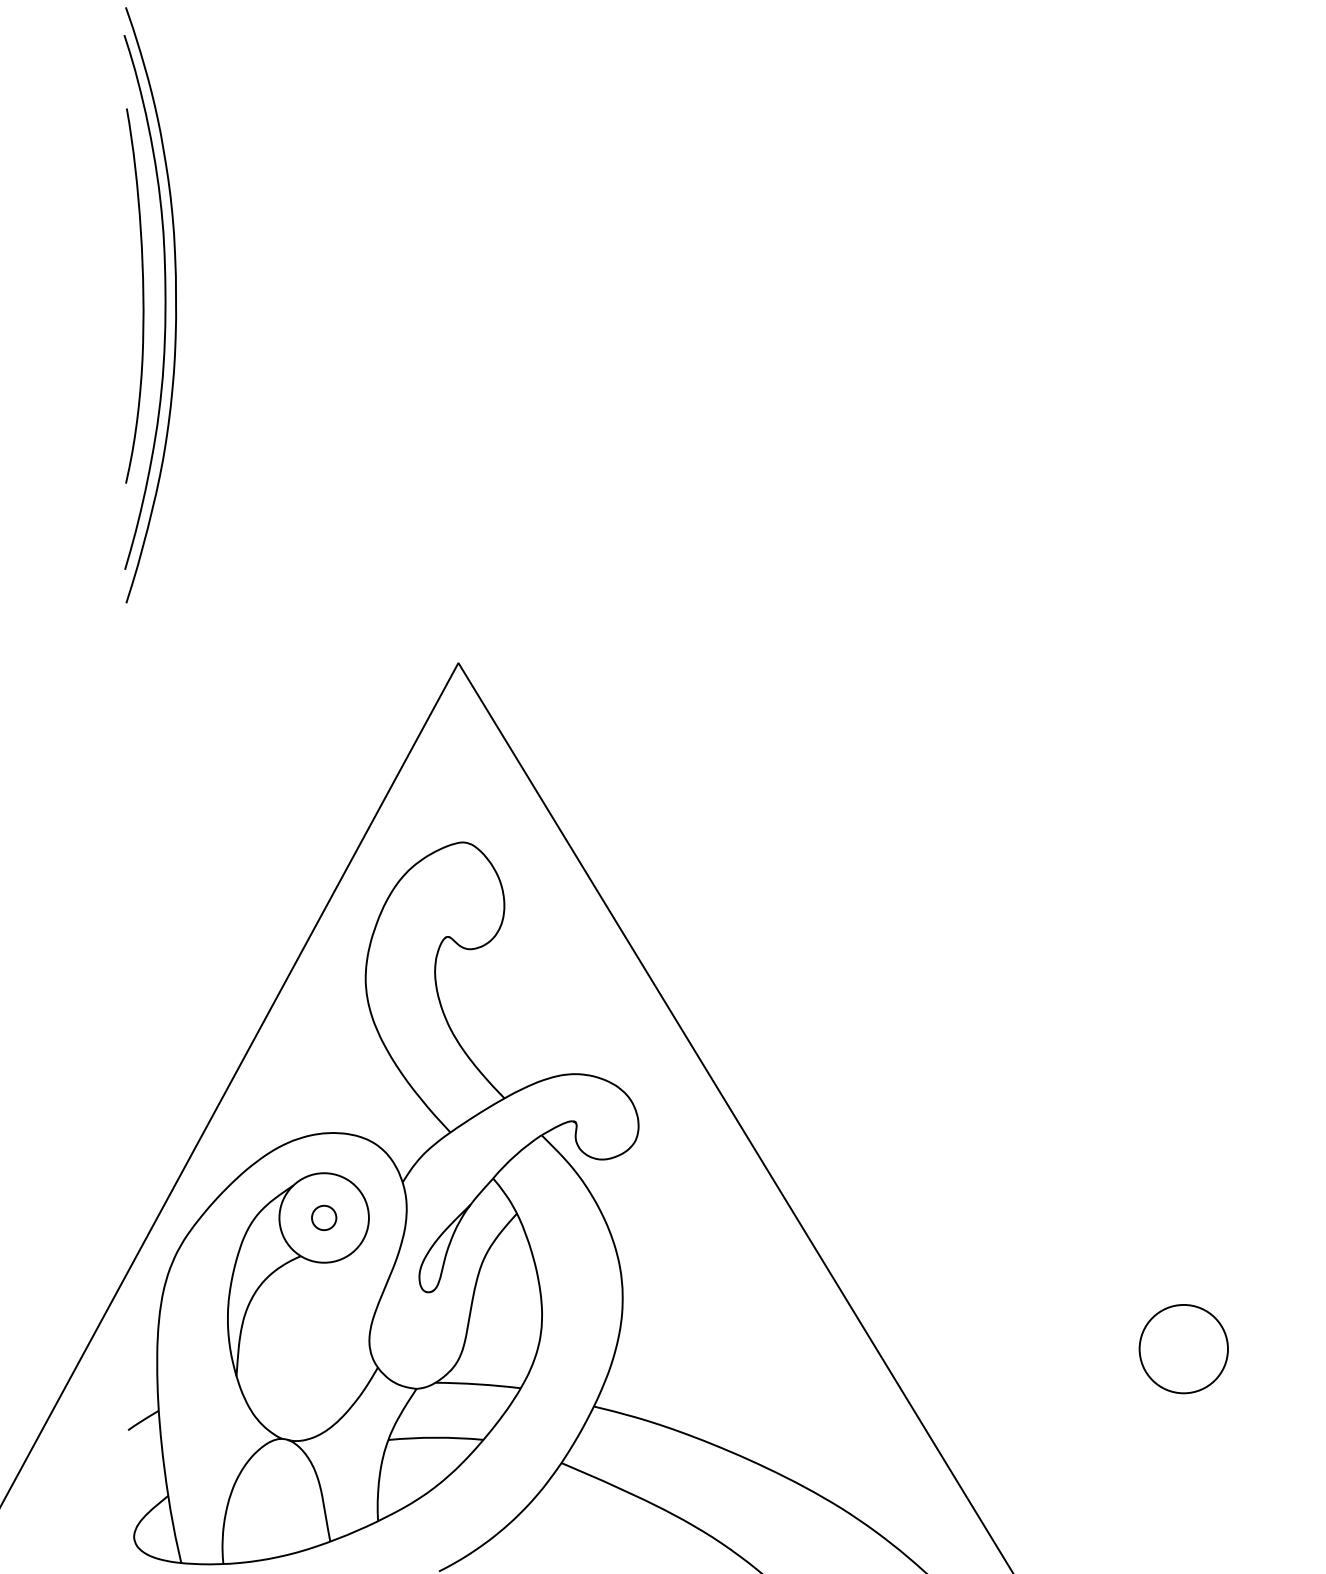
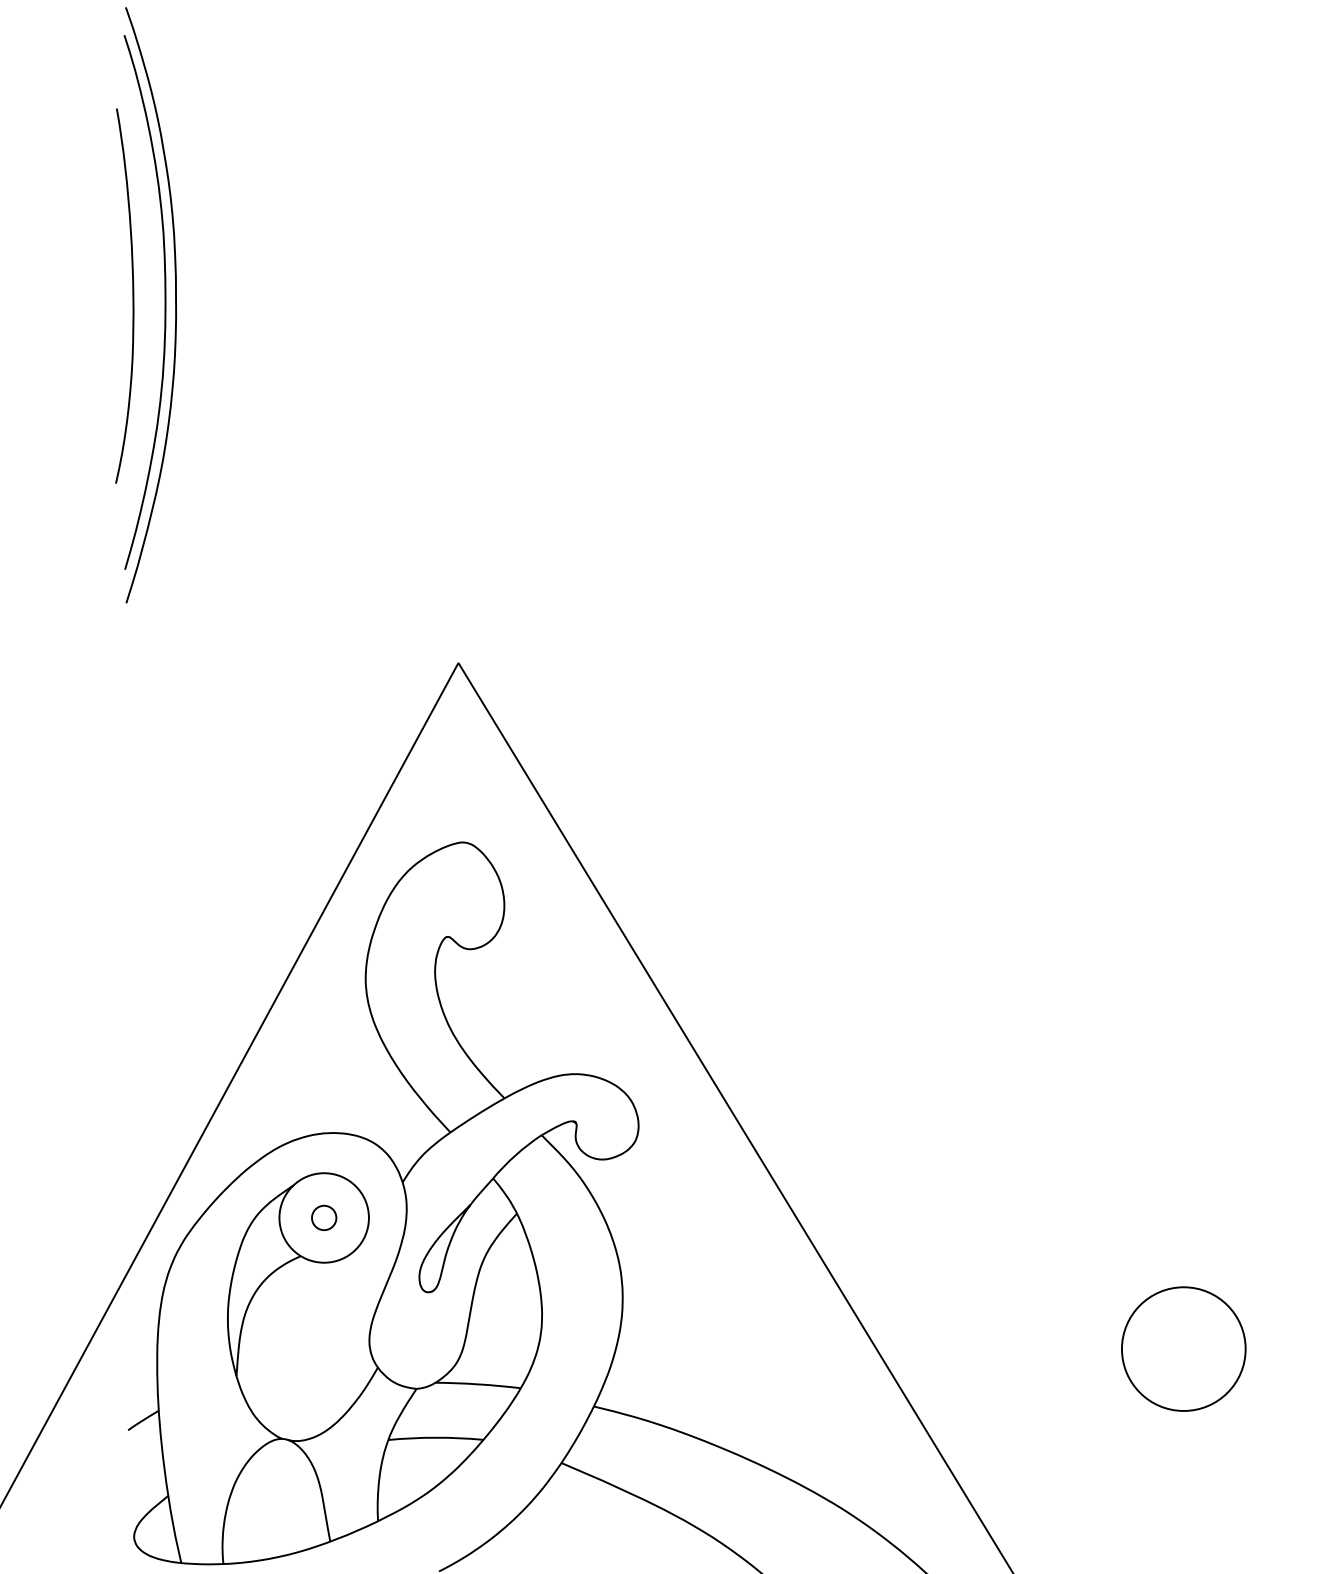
curve at (142, 295) position: (142, 295) -> (132, 295)
circle at (1183, 1348) diameter: 88 px -> 124 px
